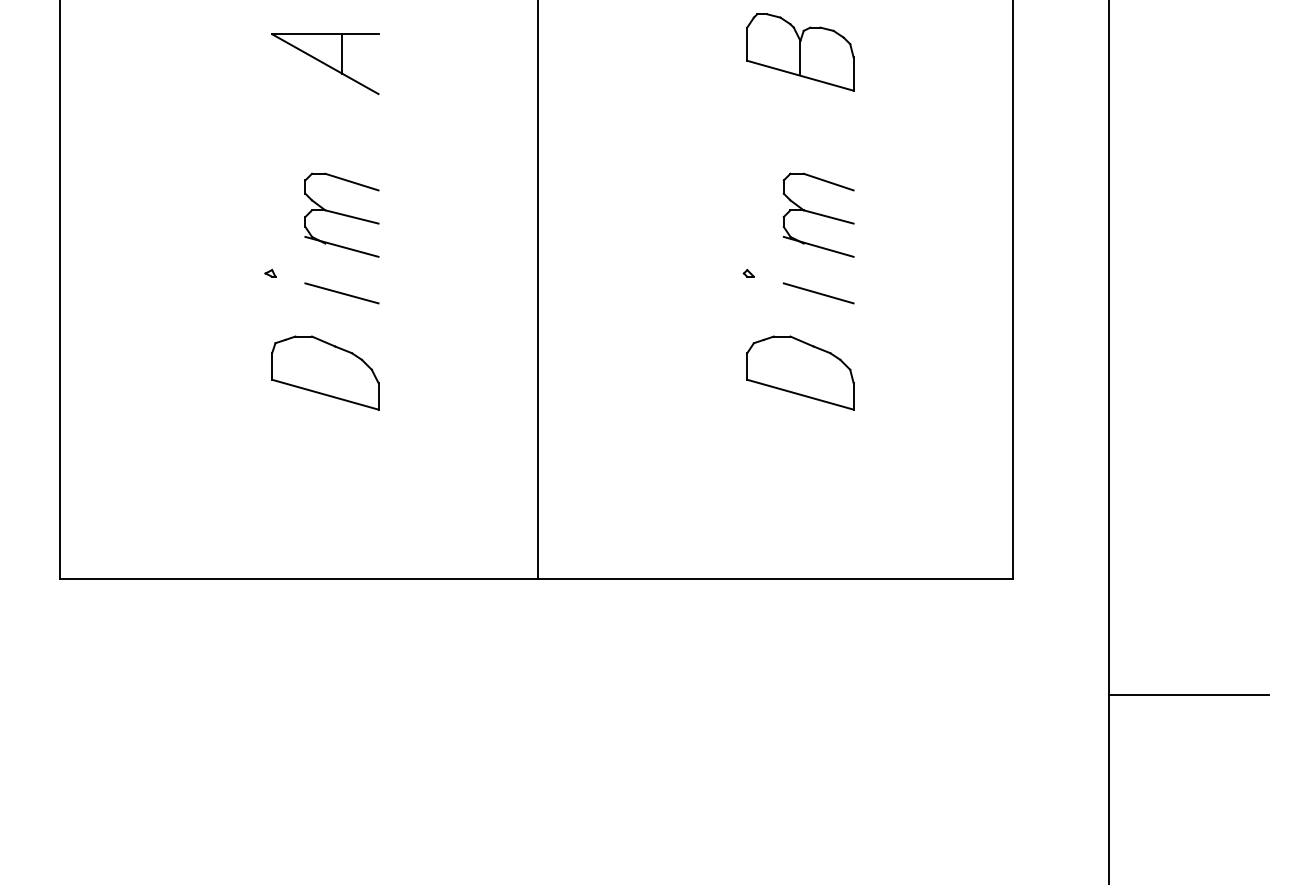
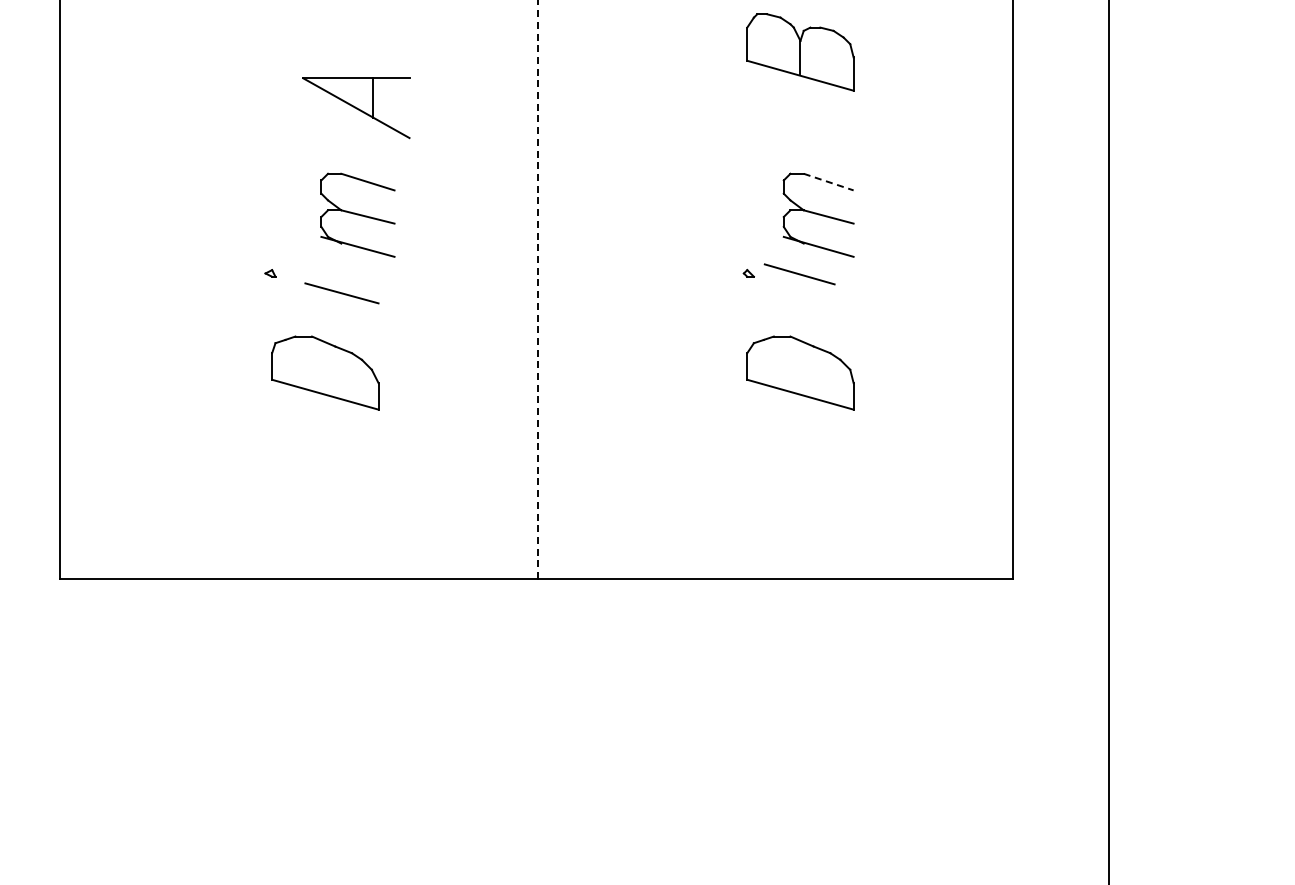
part at (325, 64) position: (325, 64) -> (356, 108)
line at (829, 182): solid -> dashed
part at (341, 214) position: (341, 214) -> (357, 214)
line at (537, 289): solid -> dashed
line at (818, 293) position: (818, 293) -> (799, 274)
line at (1188, 695): present -> none
